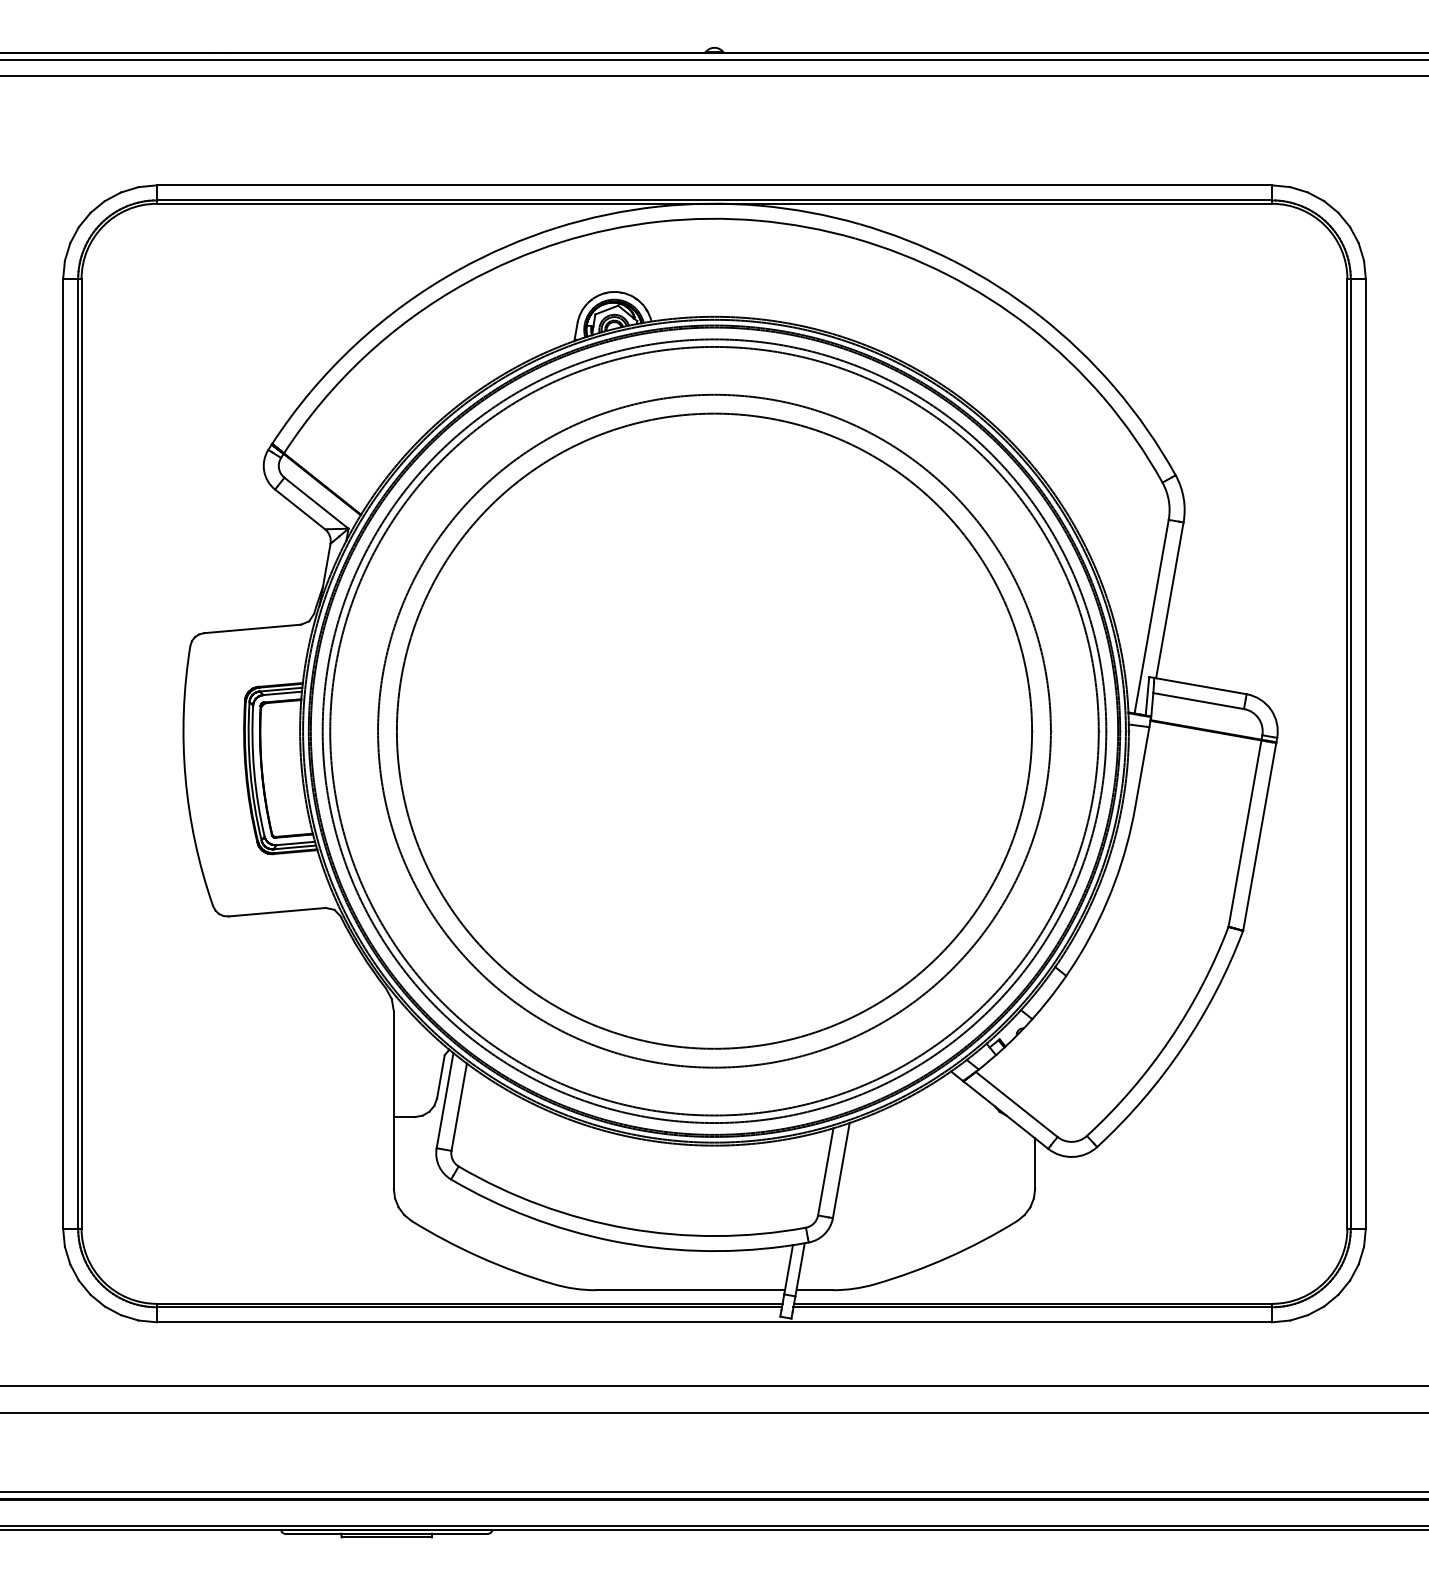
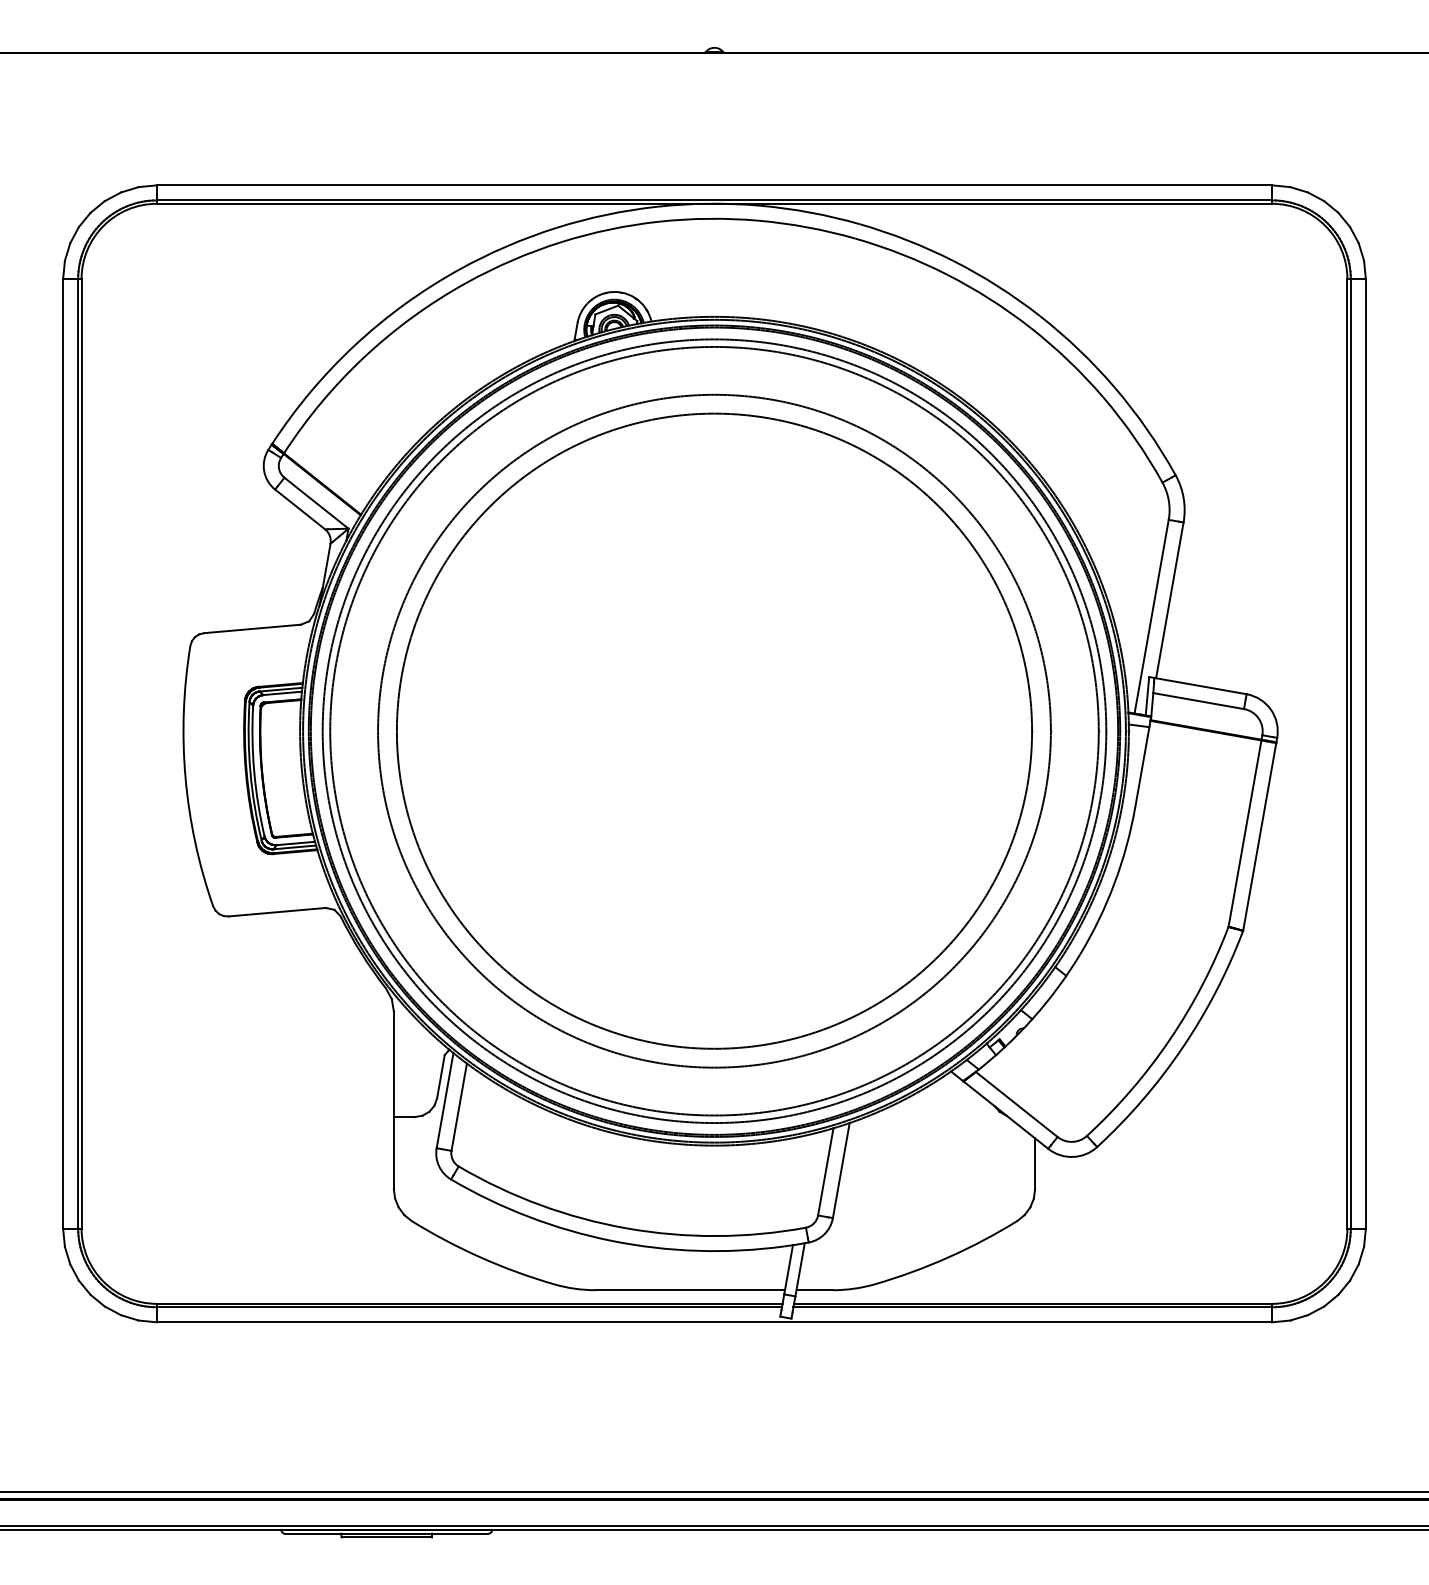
line at (713, 60): present -> none
line at (713, 76): present -> none
line at (713, 1386): present -> none
line at (713, 1412): present -> none
